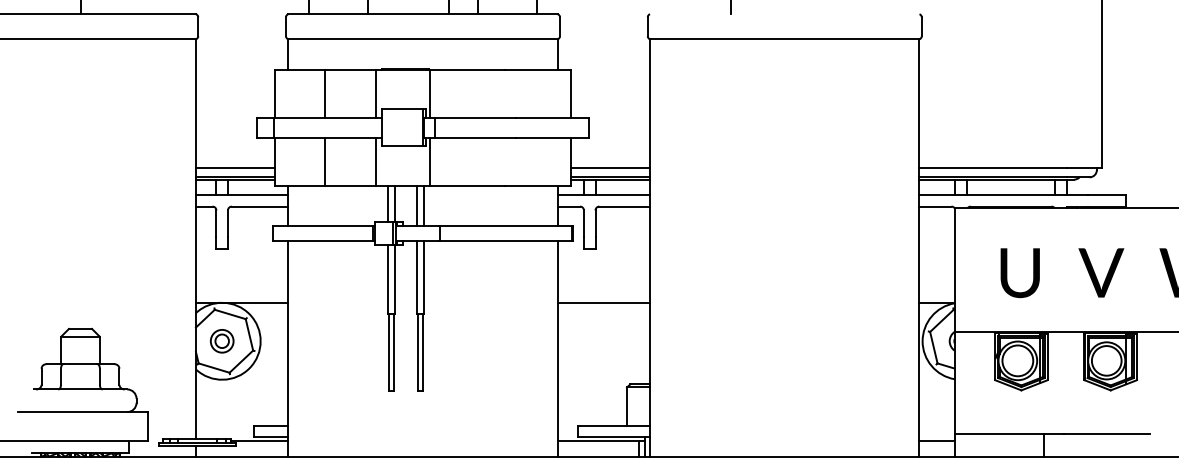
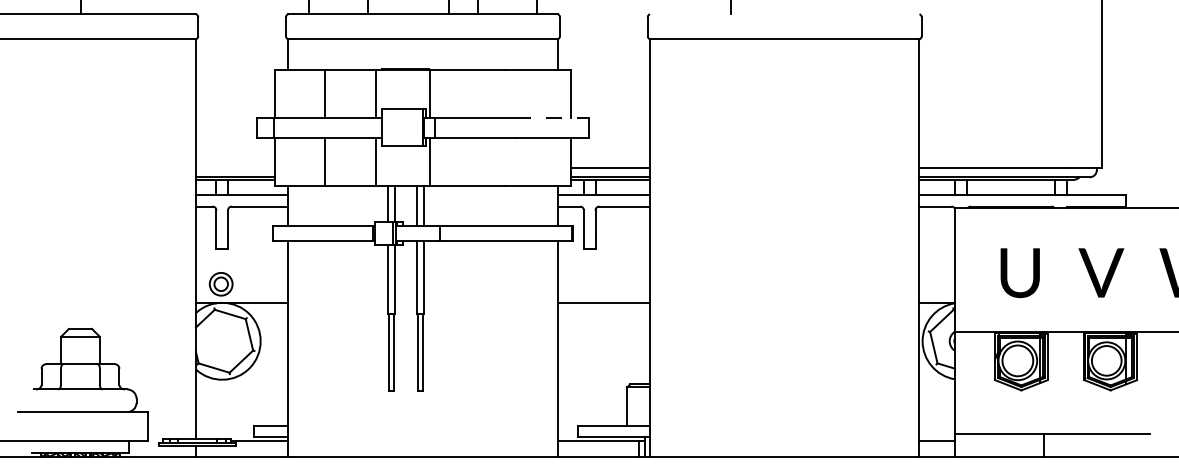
line at (552, 118): solid -> dashed
line at (235, 167): present -> none
part at (221, 341) position: (221, 341) -> (220, 284)
